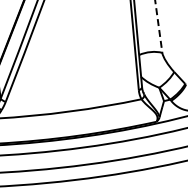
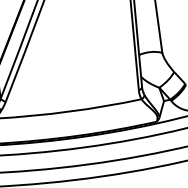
line at (158, 26): dashed -> solid
